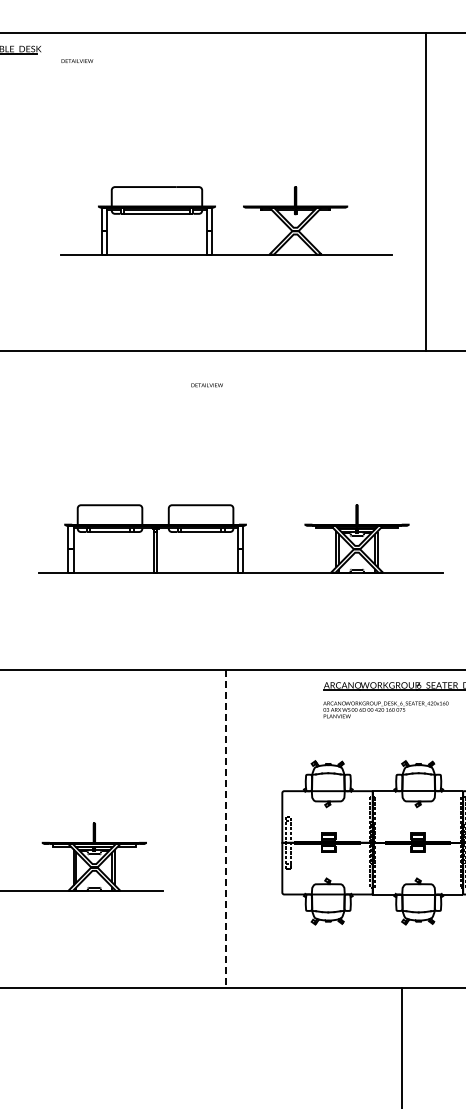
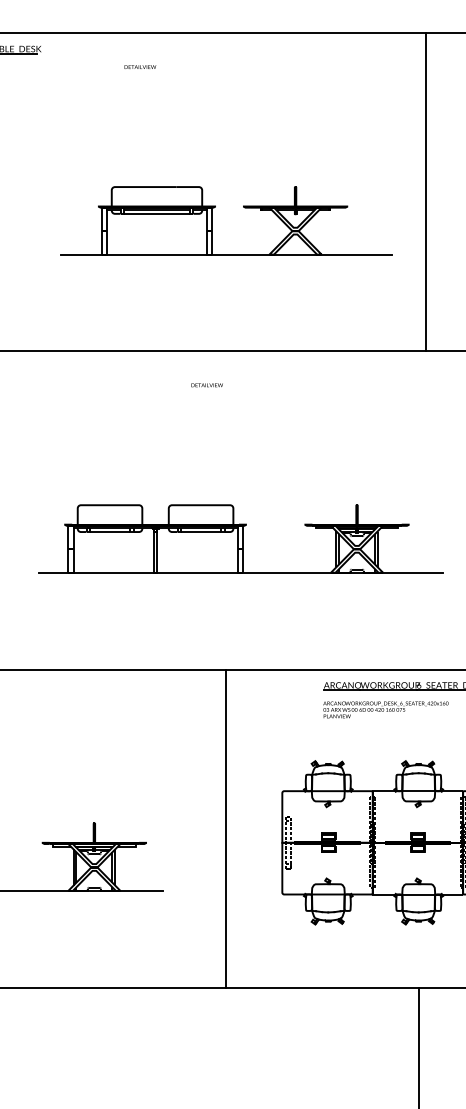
text at (77, 60) position: (77, 60) -> (140, 66)
line at (225, 829): dashed -> solid
line at (401, 1046) position: (401, 1046) -> (418, 1046)
